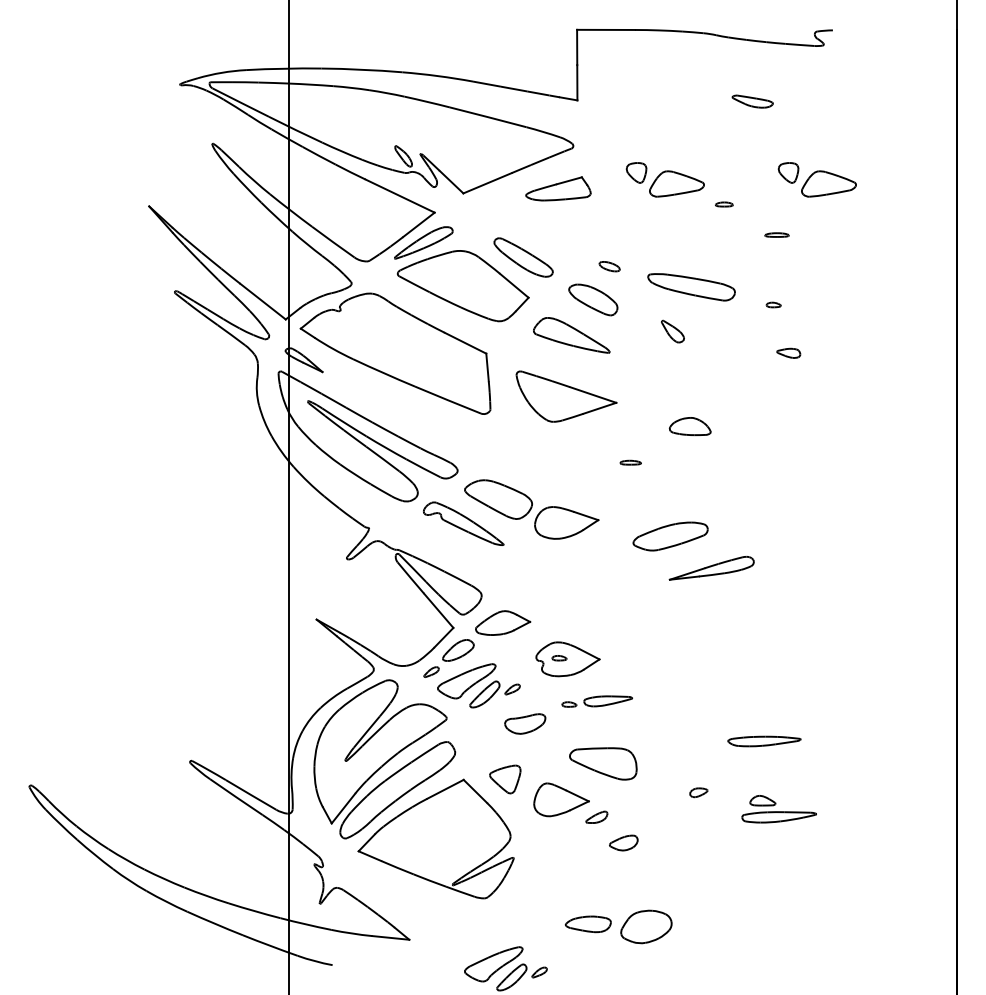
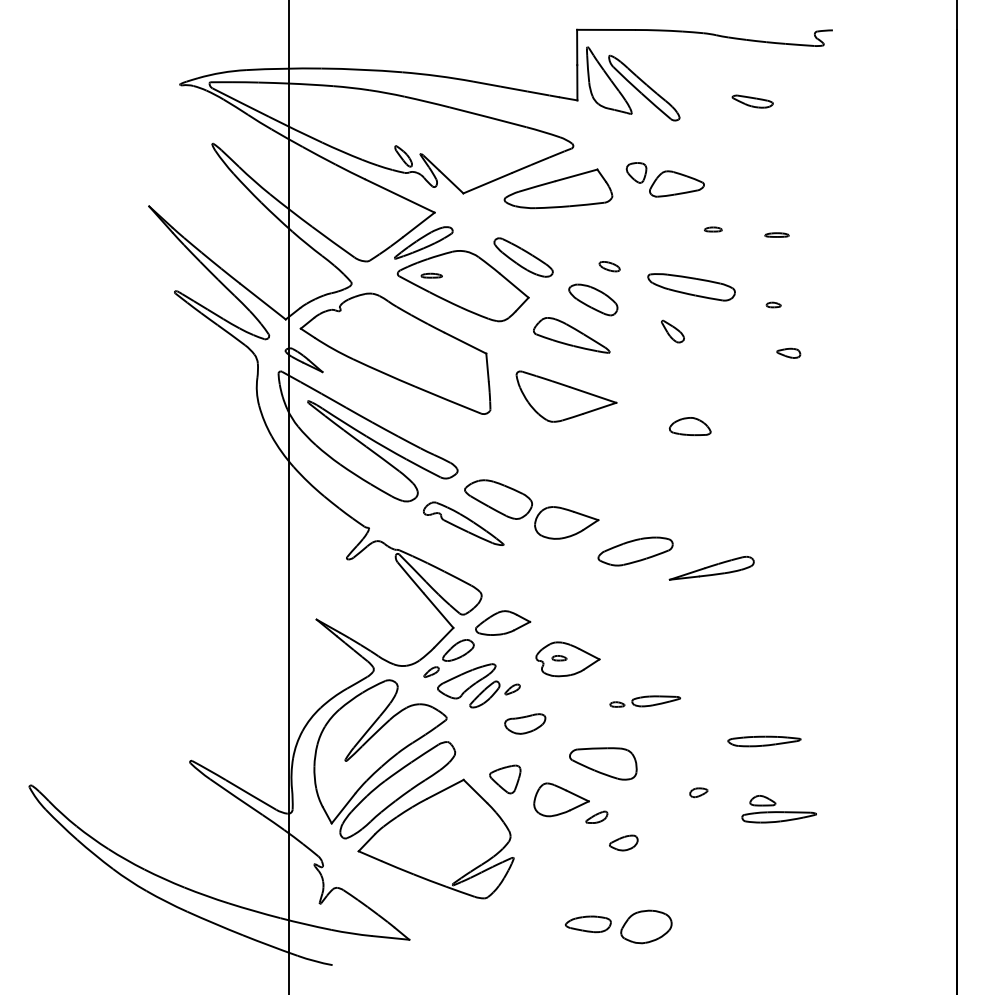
part at (633, 83): none -> present
part at (816, 179): present -> none
part at (558, 188) size: 67x26 px -> 111x42 px
part at (724, 204) position: (724, 204) -> (713, 229)
part at (630, 462) position: (630, 462) -> (431, 275)
part at (670, 536) position: (670, 536) -> (635, 551)
part at (596, 701) position: (596, 701) -> (644, 701)
part at (505, 968): present -> none
